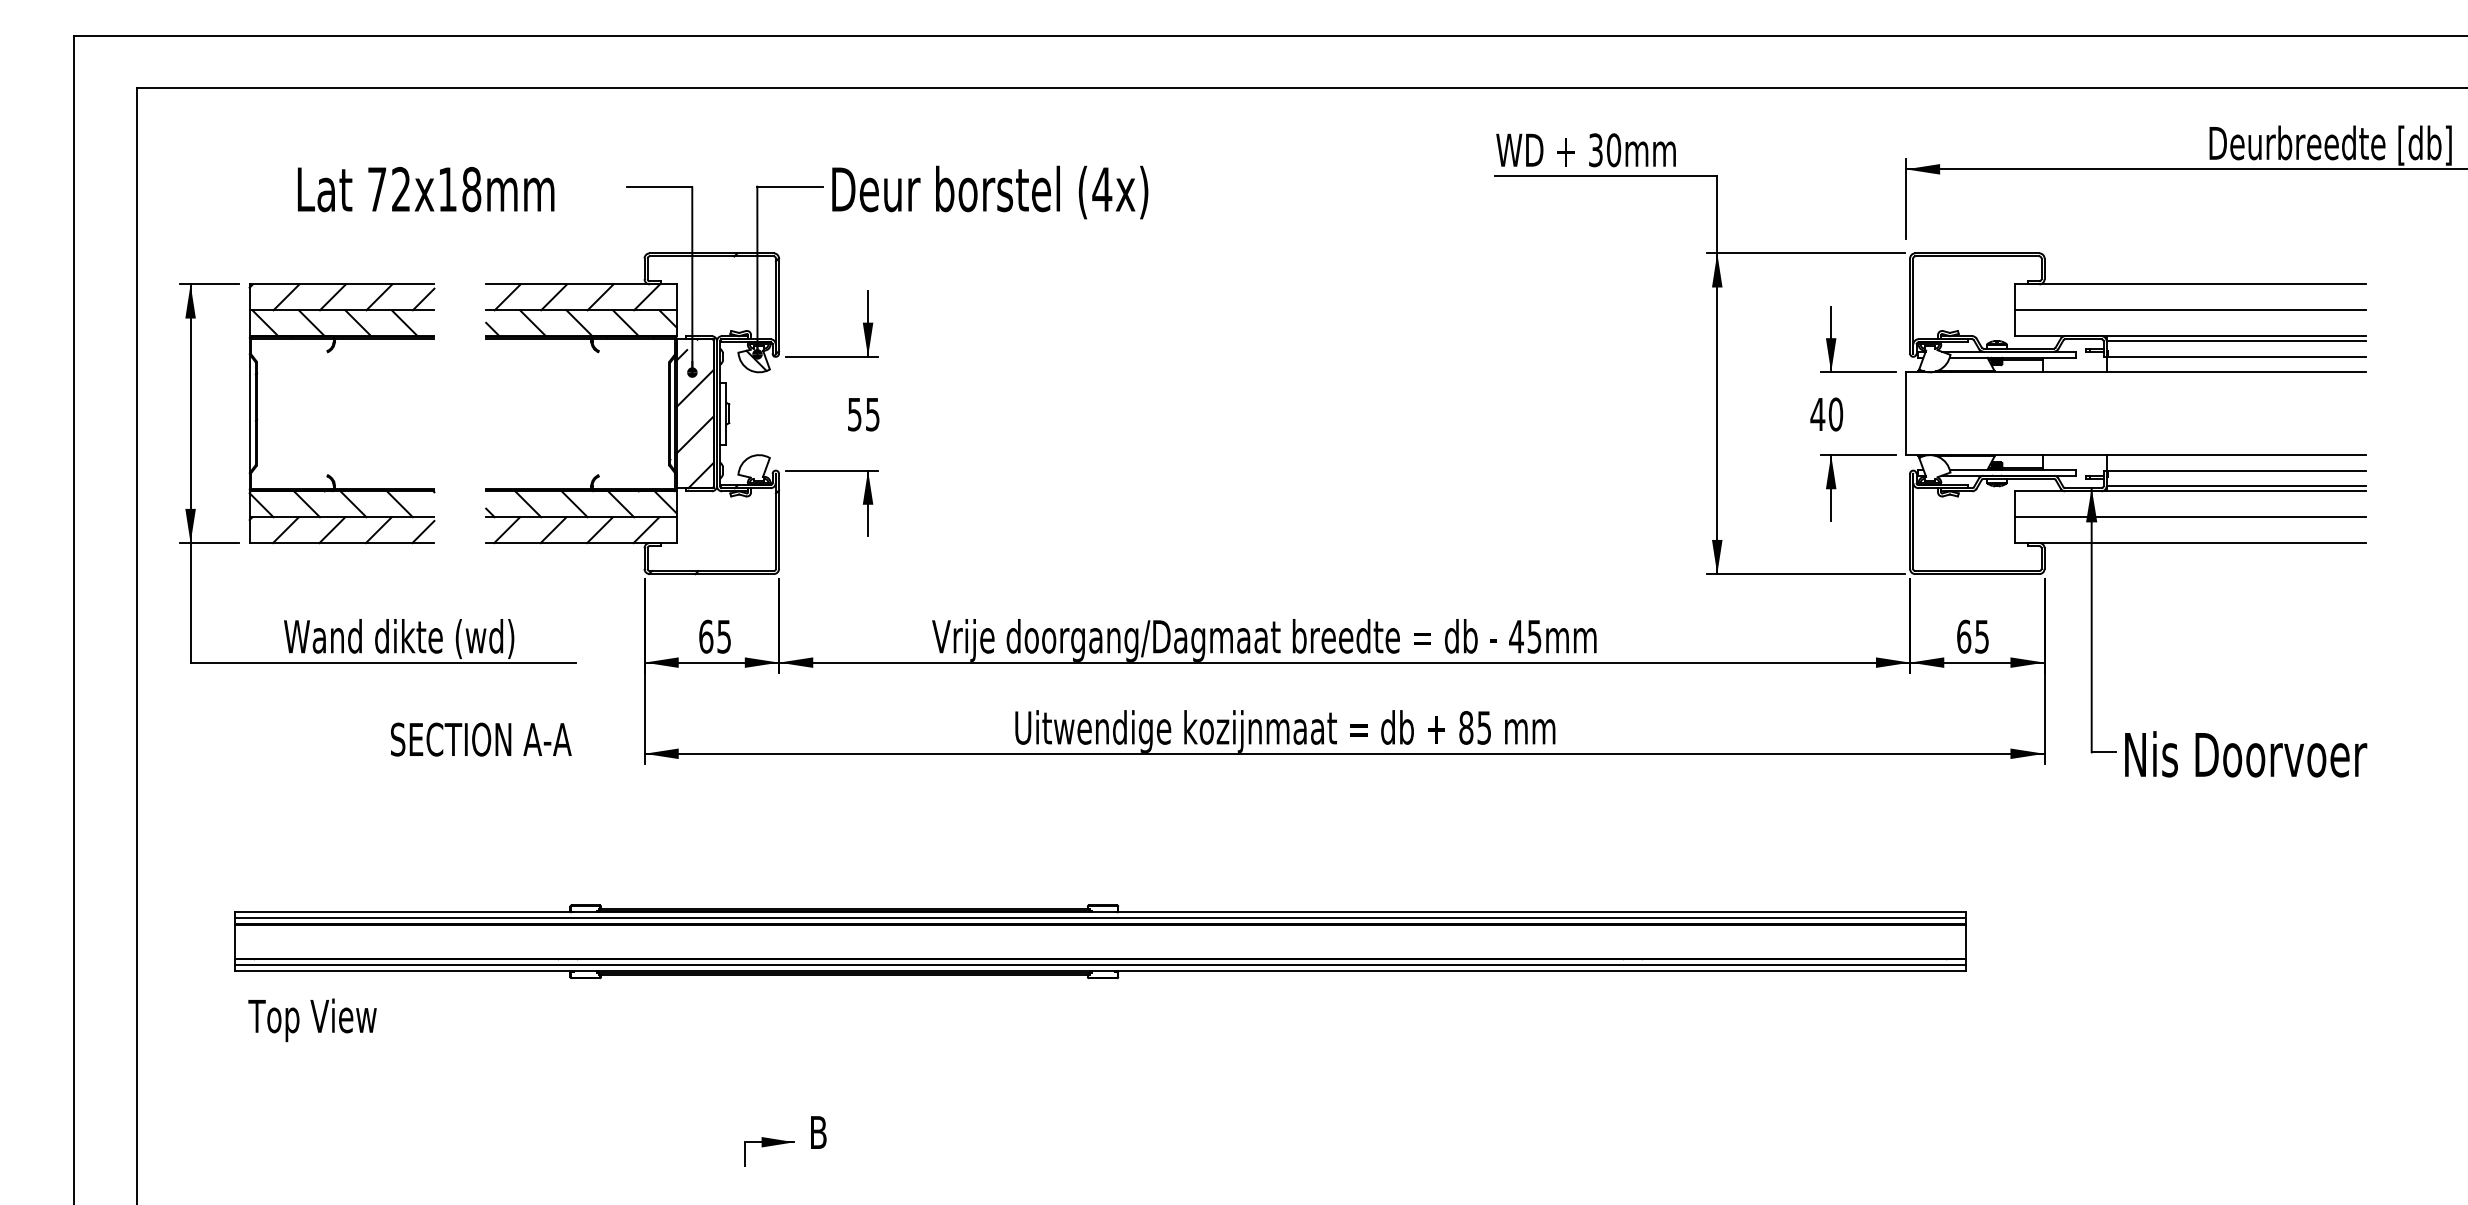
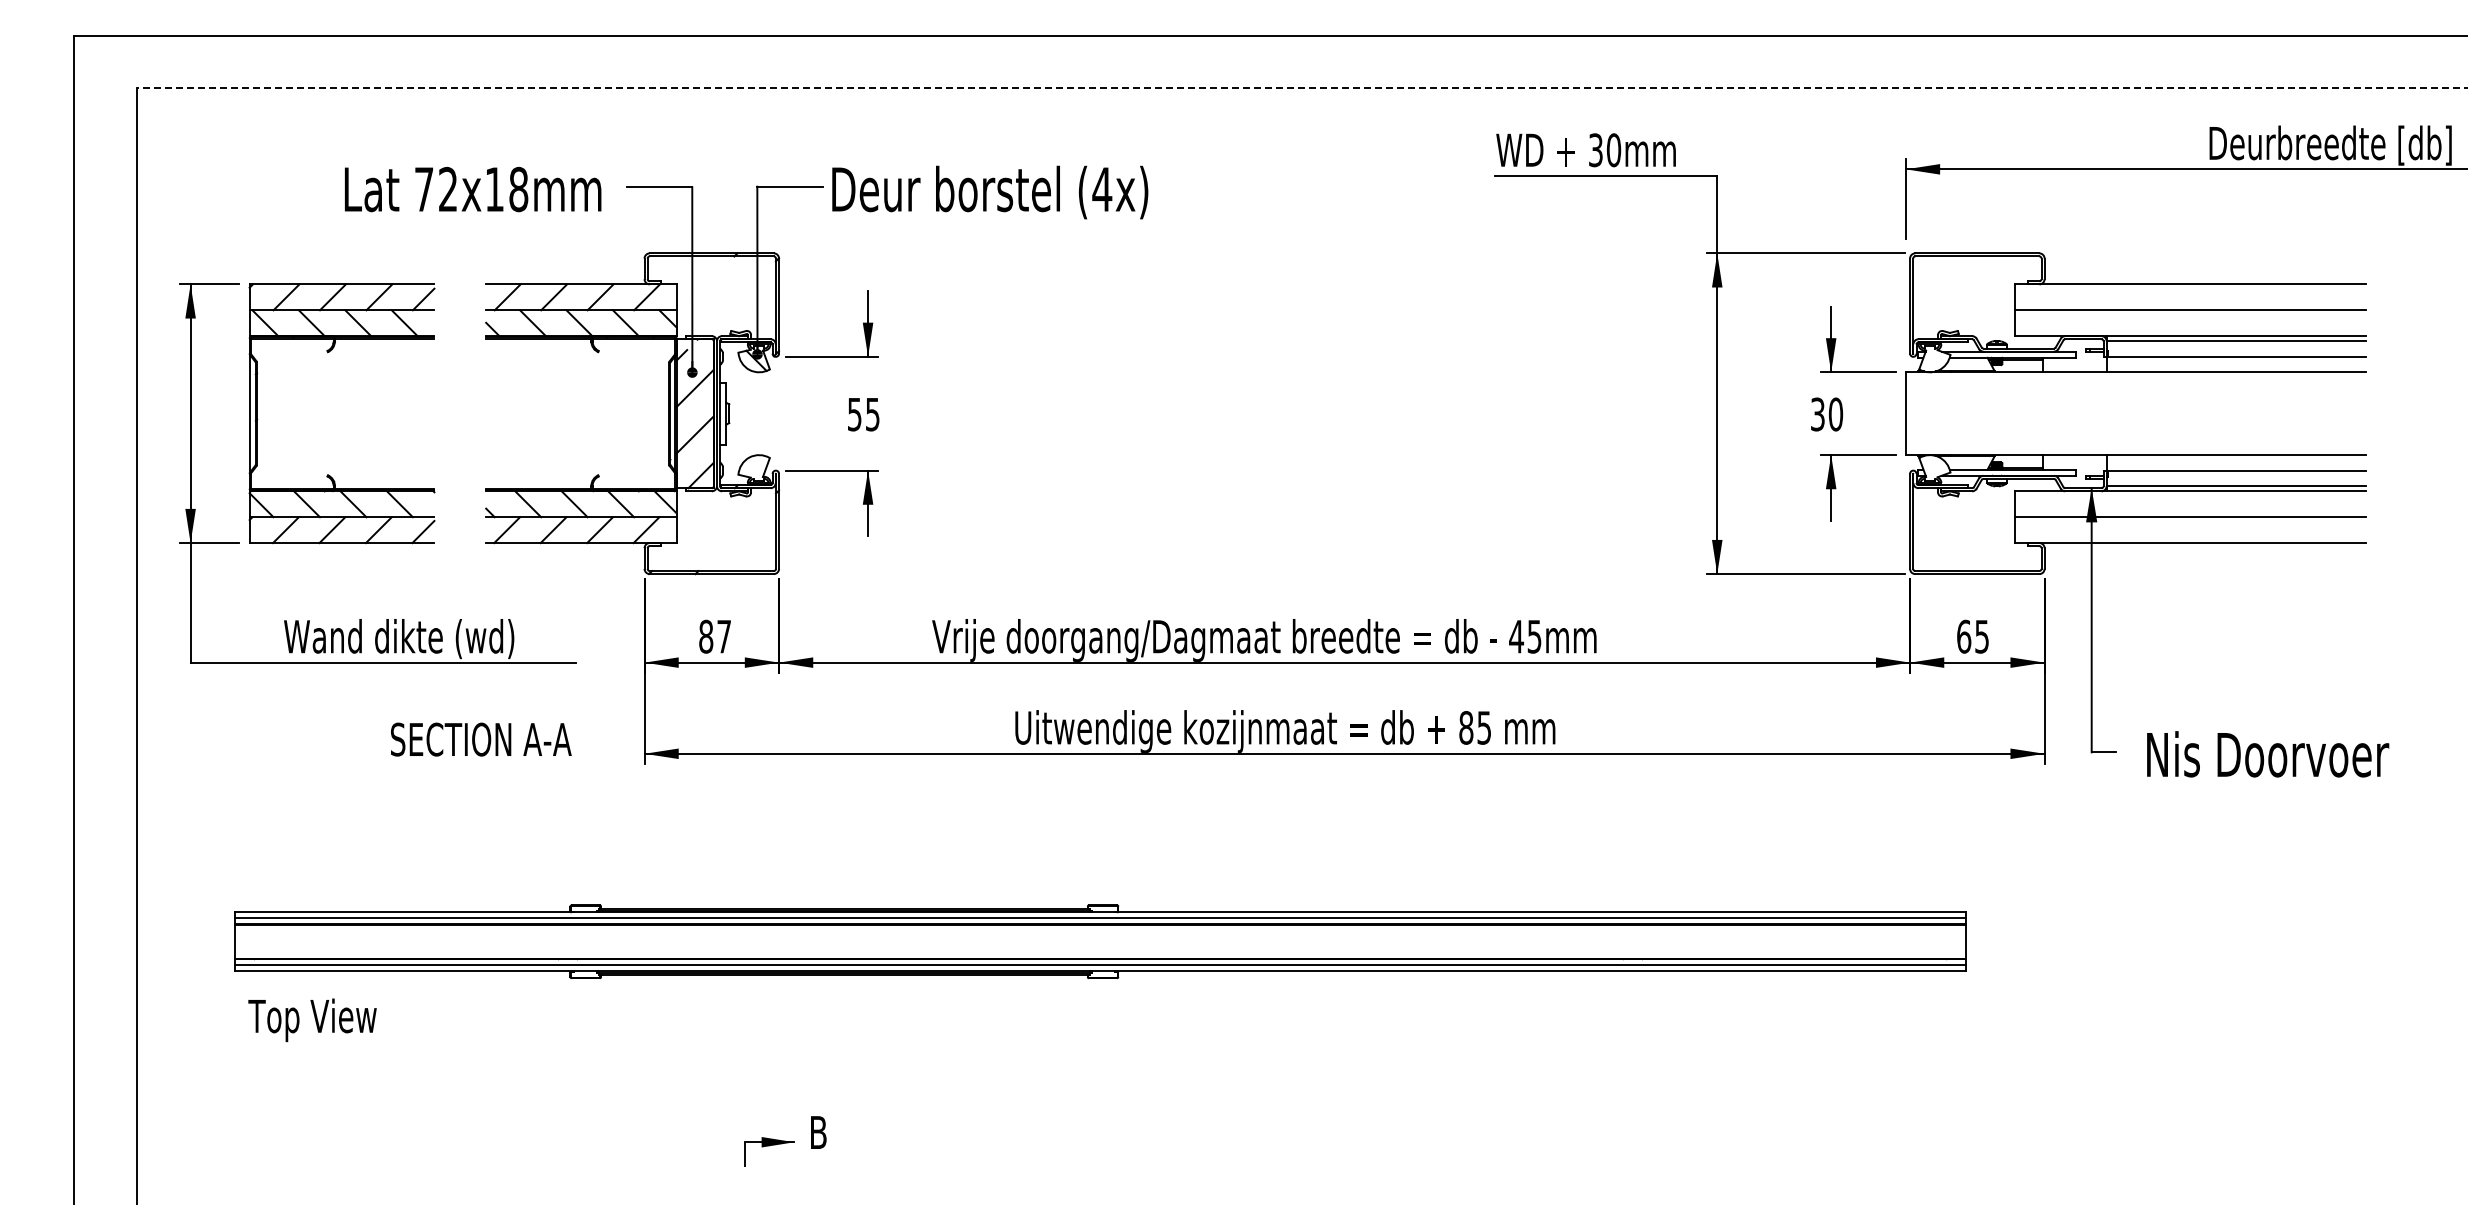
line at (1301, 87): solid -> dashed
text at (426, 189) position: (426, 189) -> (473, 189)
text at (1817, 414): 40 -> 30
text at (714, 636): 65 -> 87
text at (2246, 754) position: (2246, 754) -> (2268, 754)
